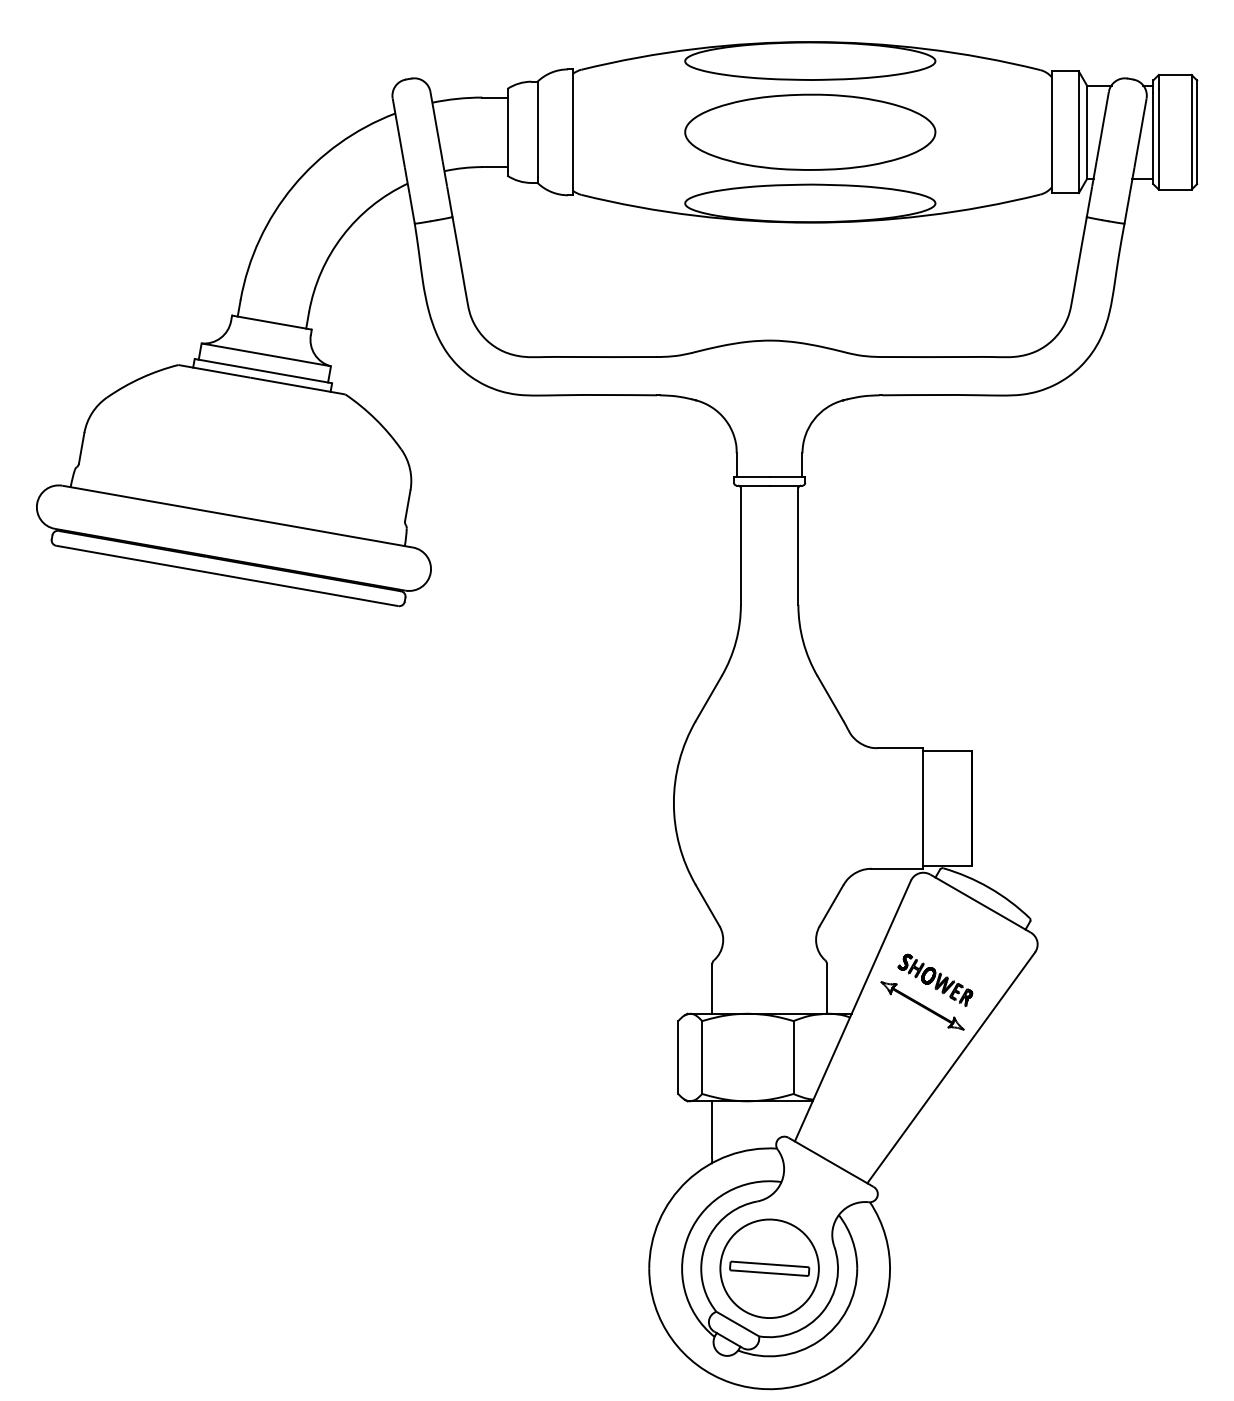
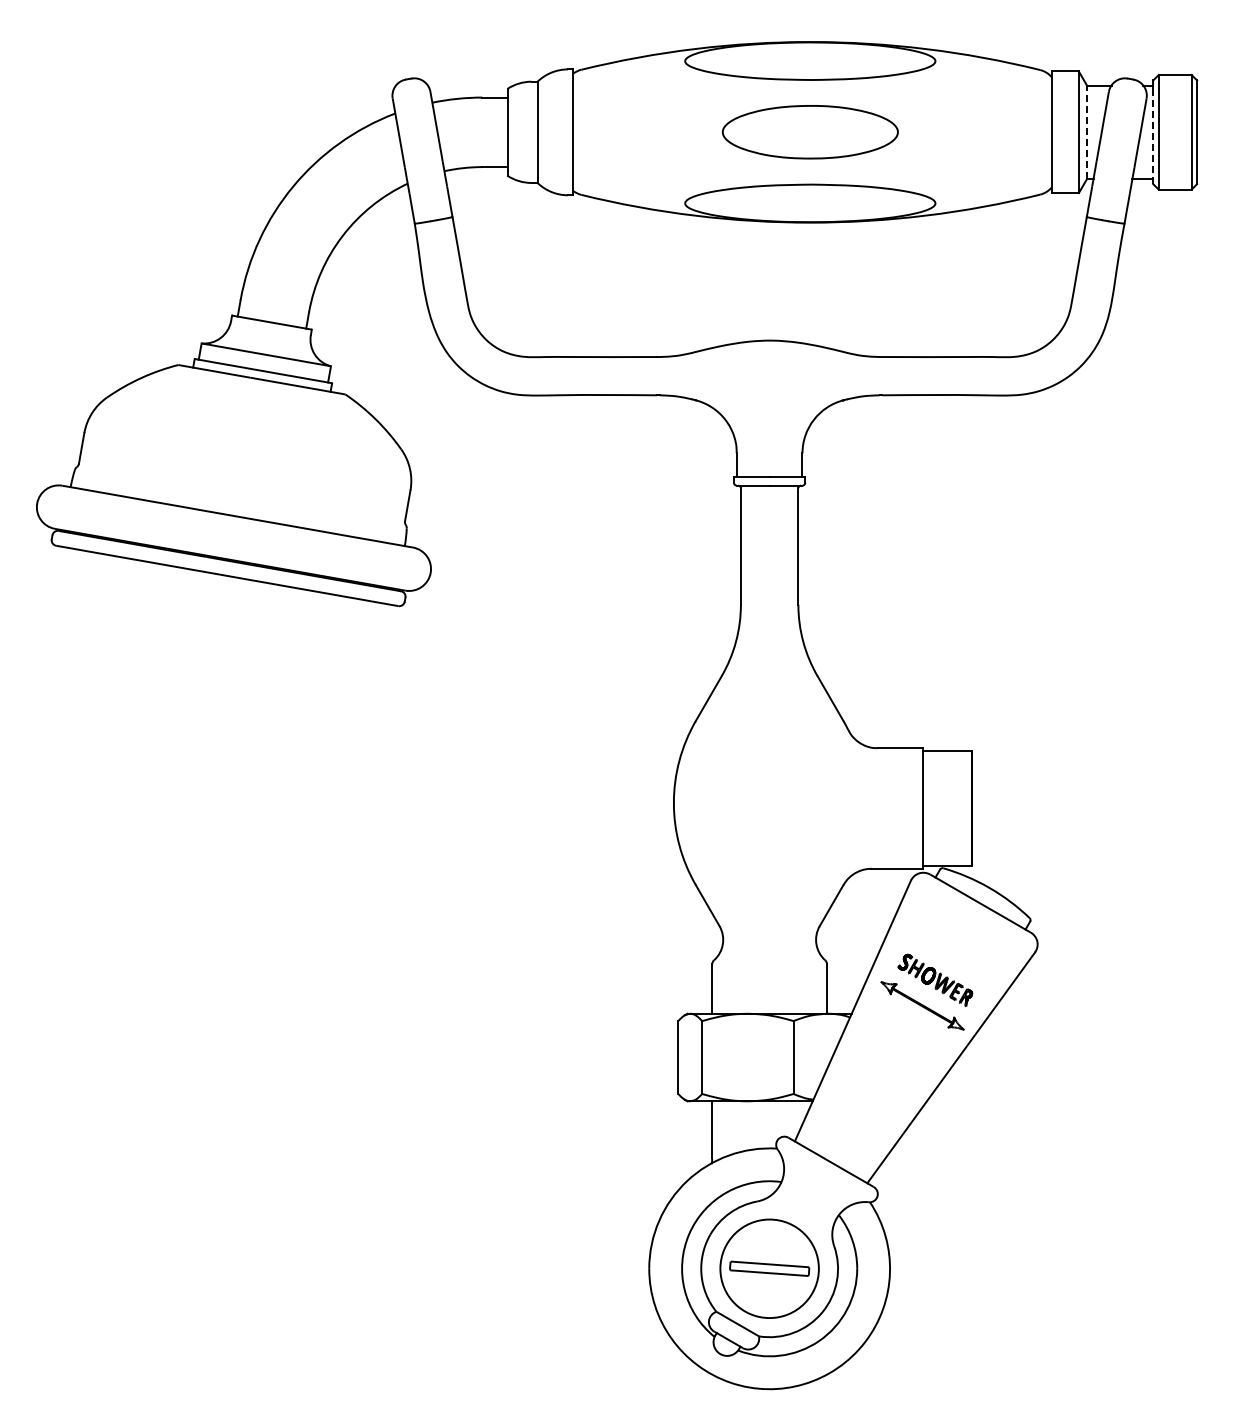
part at (810, 131) size: 253x78 px -> 178x55 px
line at (1087, 132): solid -> dashed
line at (1153, 138): solid -> dashed
